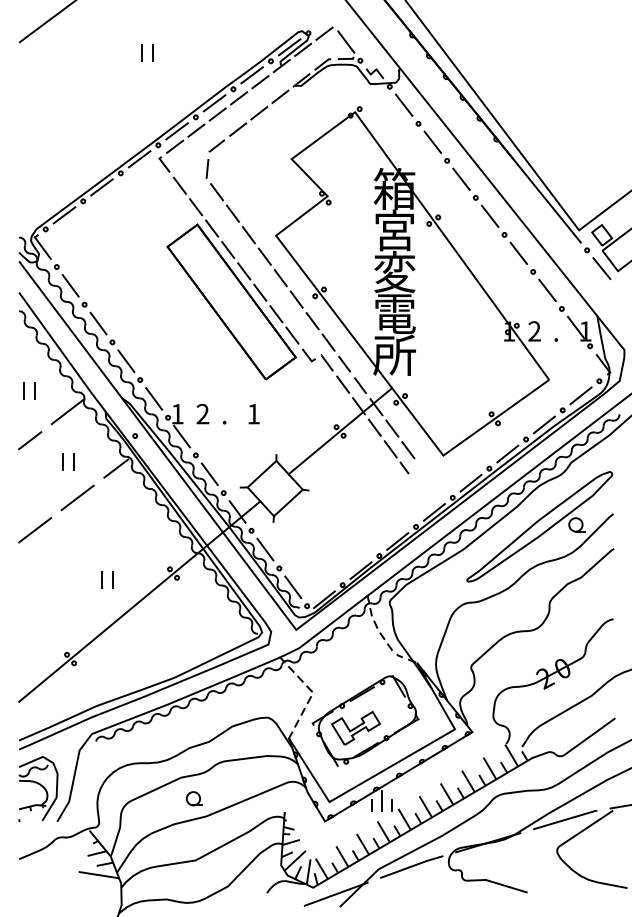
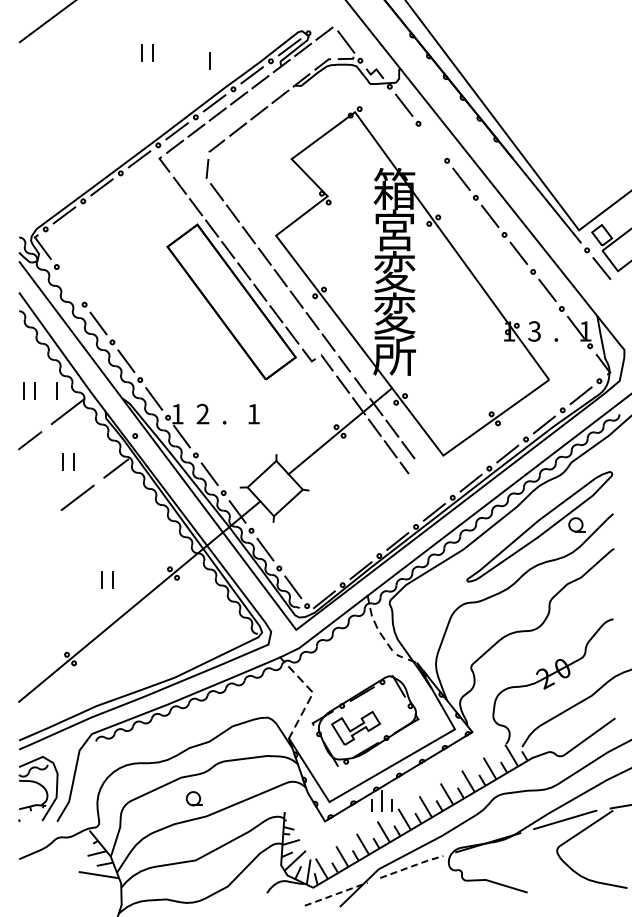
line at (209, 60): none -> present
line at (432, 141): present -> none
line at (70, 285): present -> none
text at (394, 313): 電 -> 変
text at (534, 331): 2 -> 3
line at (56, 390): none -> present
line at (35, 530): present -> none
line at (412, 866): solid -> dashed
line at (336, 894): solid -> dashed
